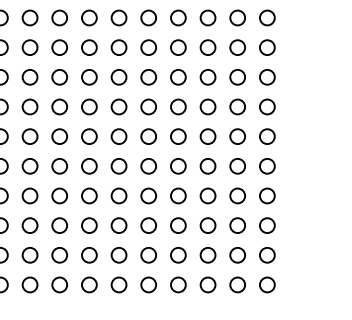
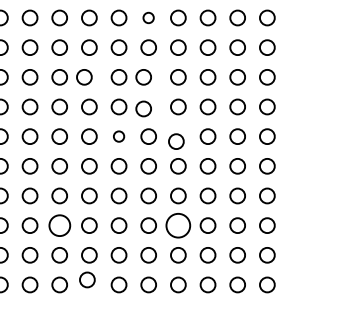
circle at (148, 17) size: 17x18 px -> 13x14 px
circle at (89, 77) position: (89, 77) -> (84, 77)
circle at (148, 77) position: (148, 77) -> (143, 77)
circle at (148, 106) position: (148, 106) -> (143, 108)
circle at (118, 136) size: 18x17 px -> 13x13 px
circle at (178, 136) position: (178, 136) -> (176, 141)
circle at (59, 225) size: 17x17 px -> 24x23 px
circle at (178, 225) size: 17x17 px -> 27x26 px
circle at (89, 284) position: (89, 284) -> (87, 279)
